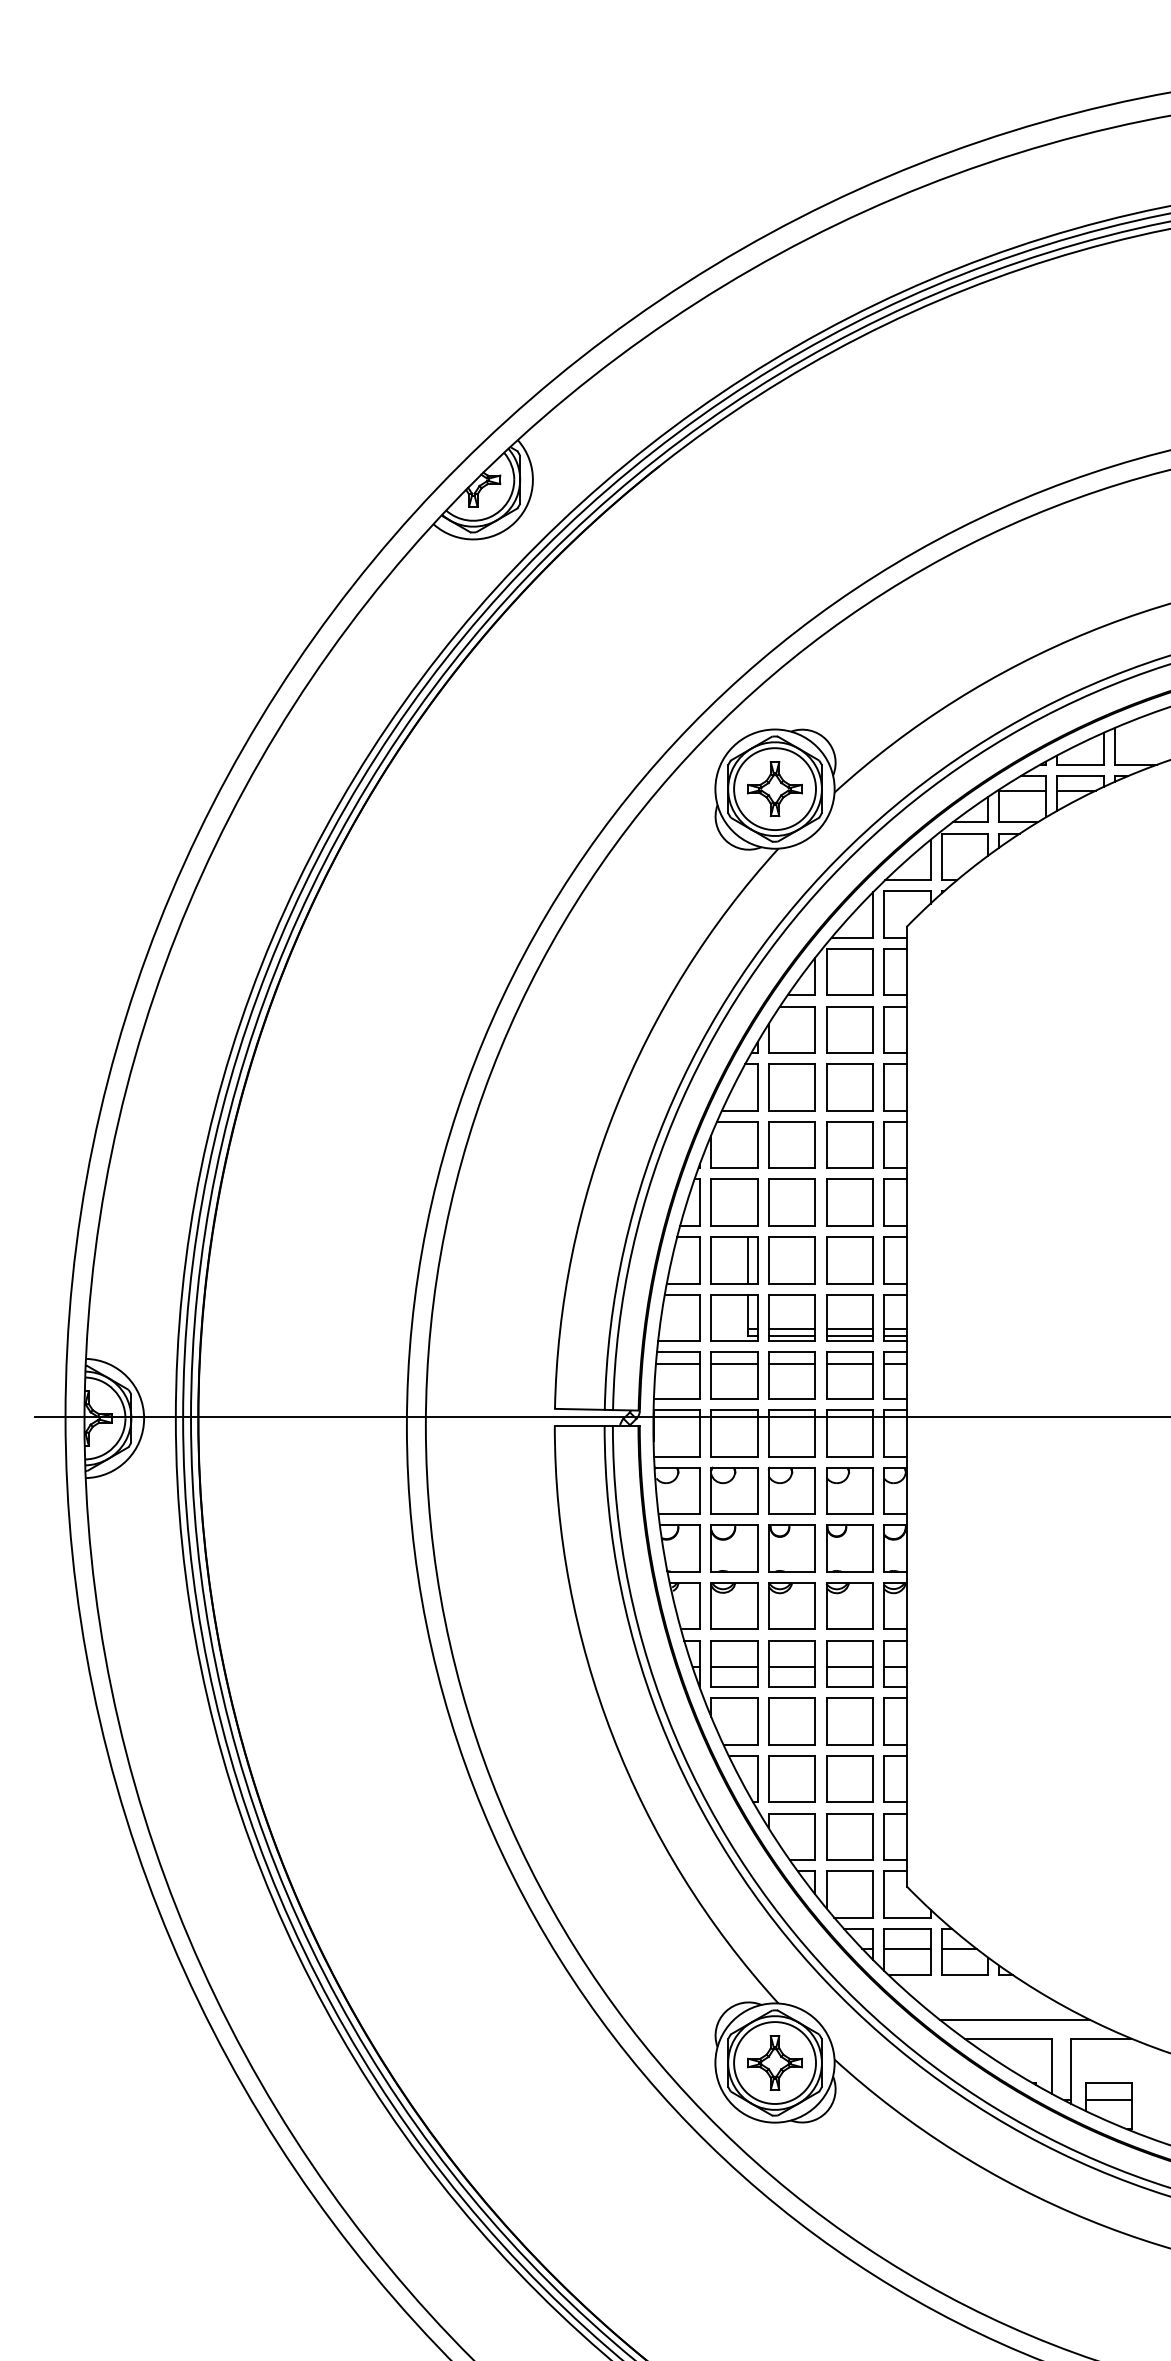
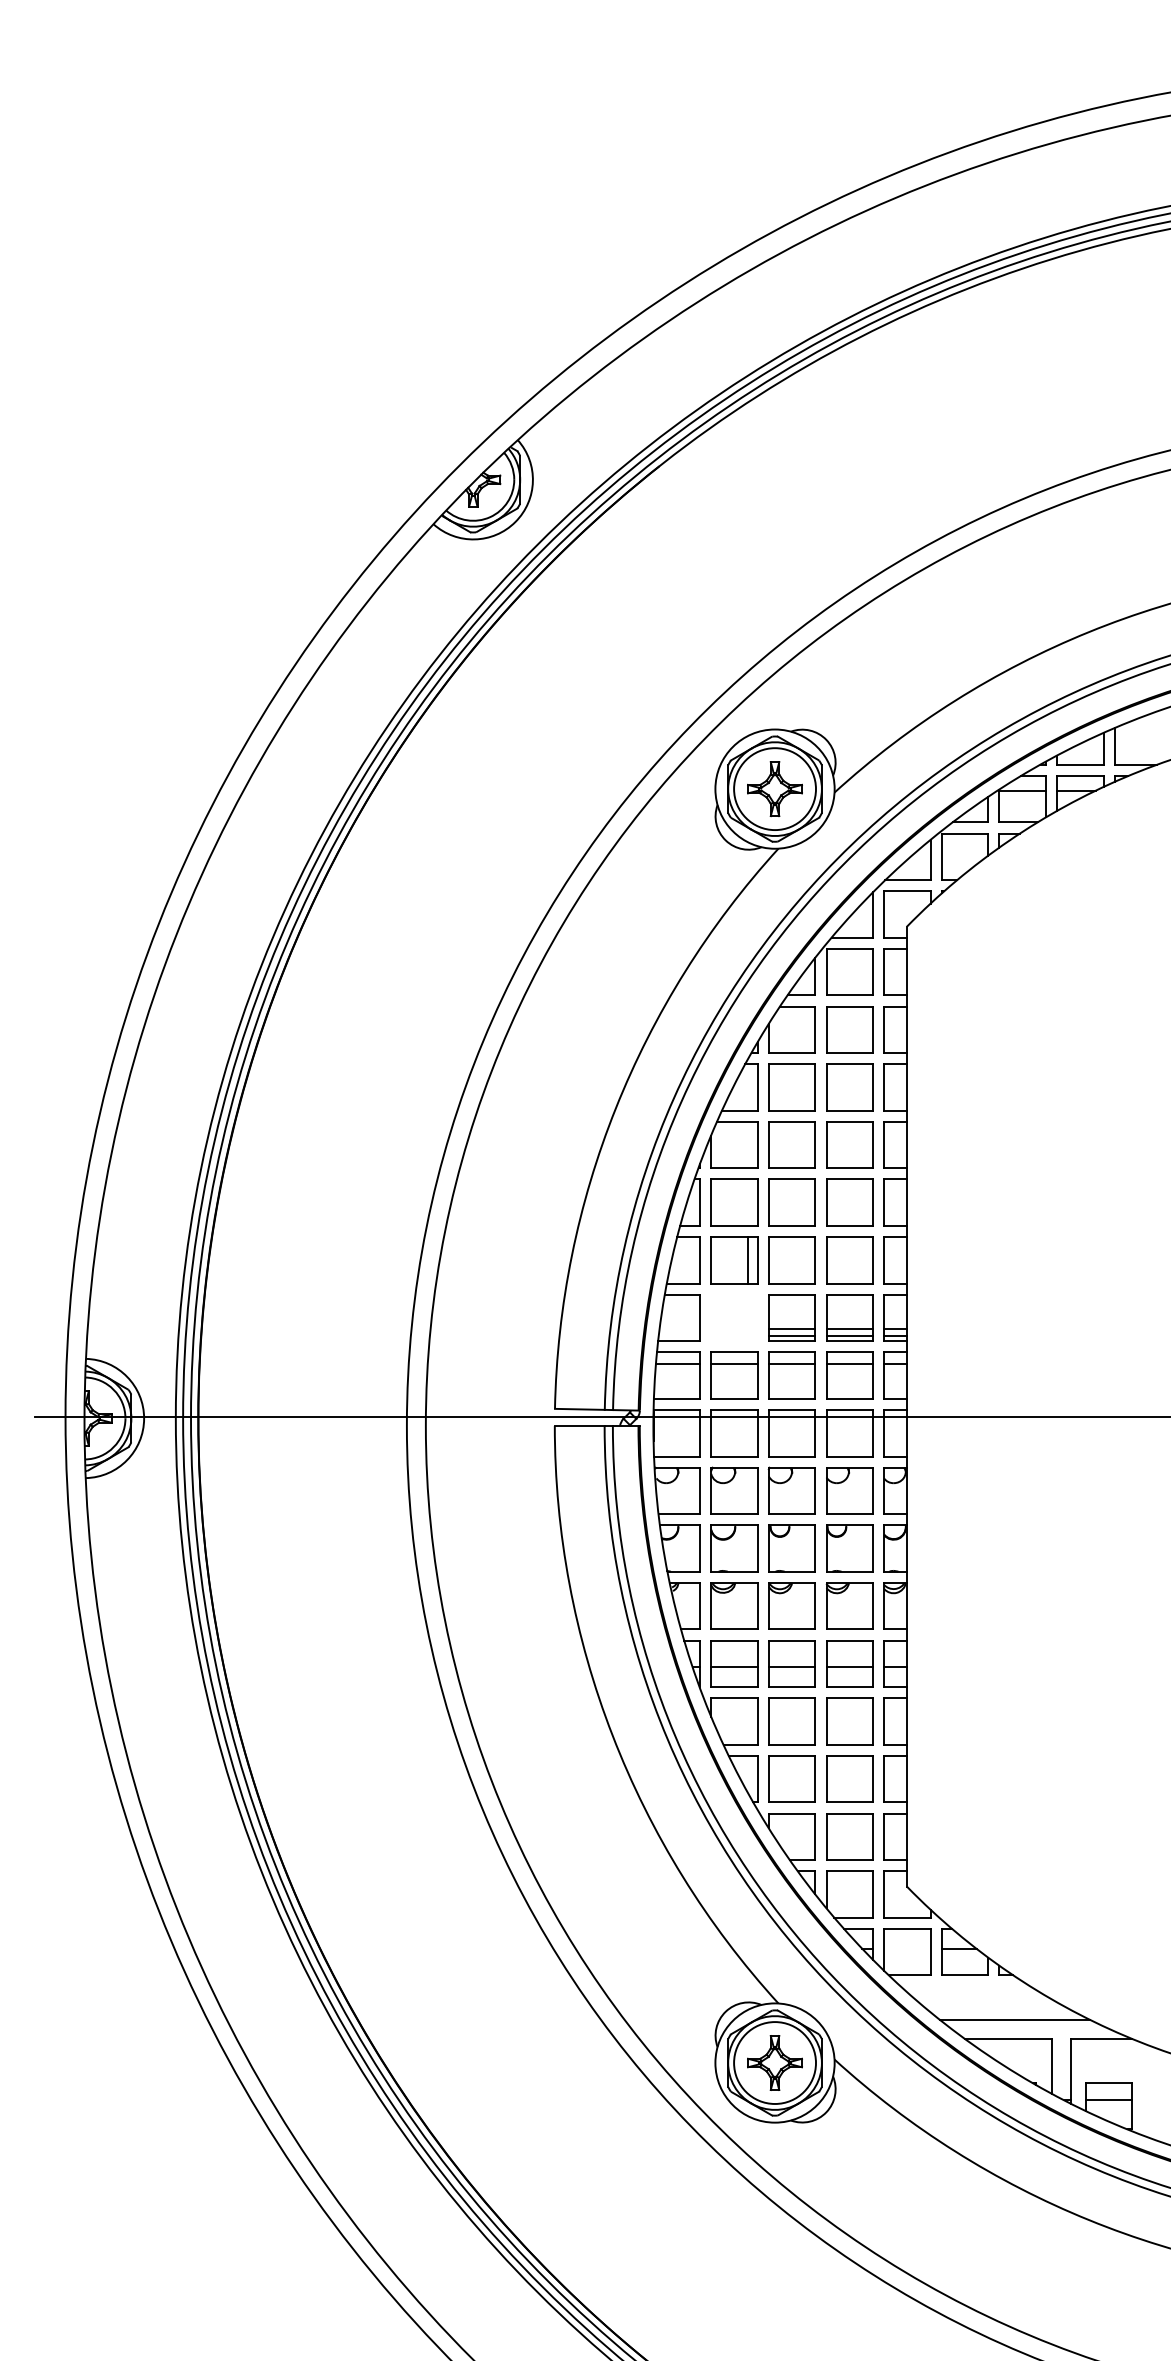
part at (734, 1317): present -> none
line at (907, 1948): present -> none
